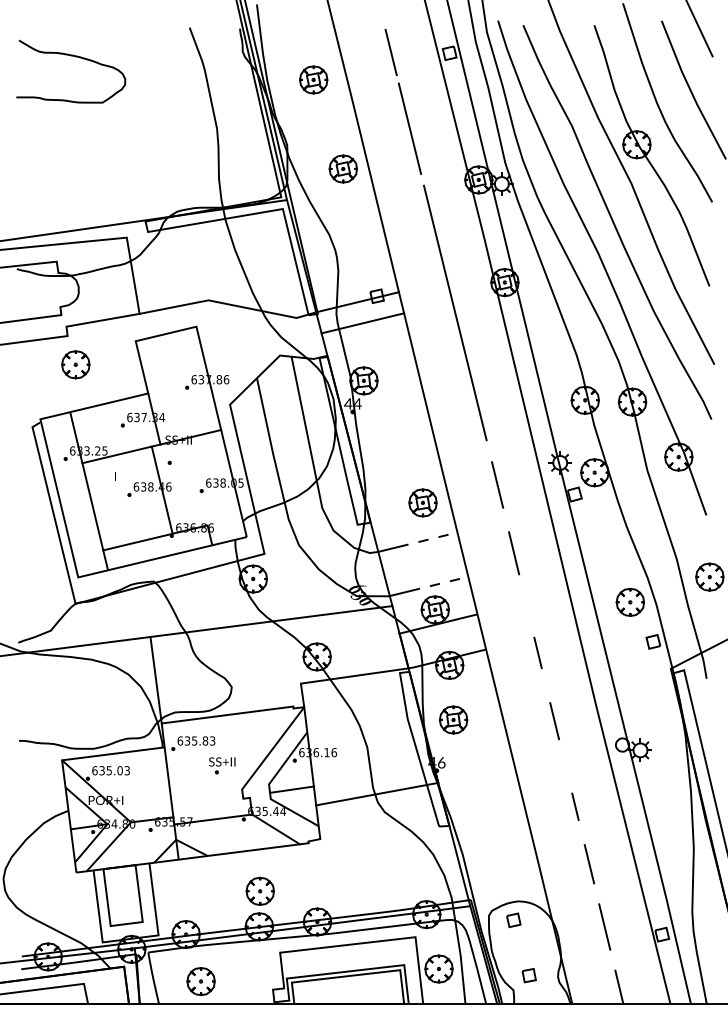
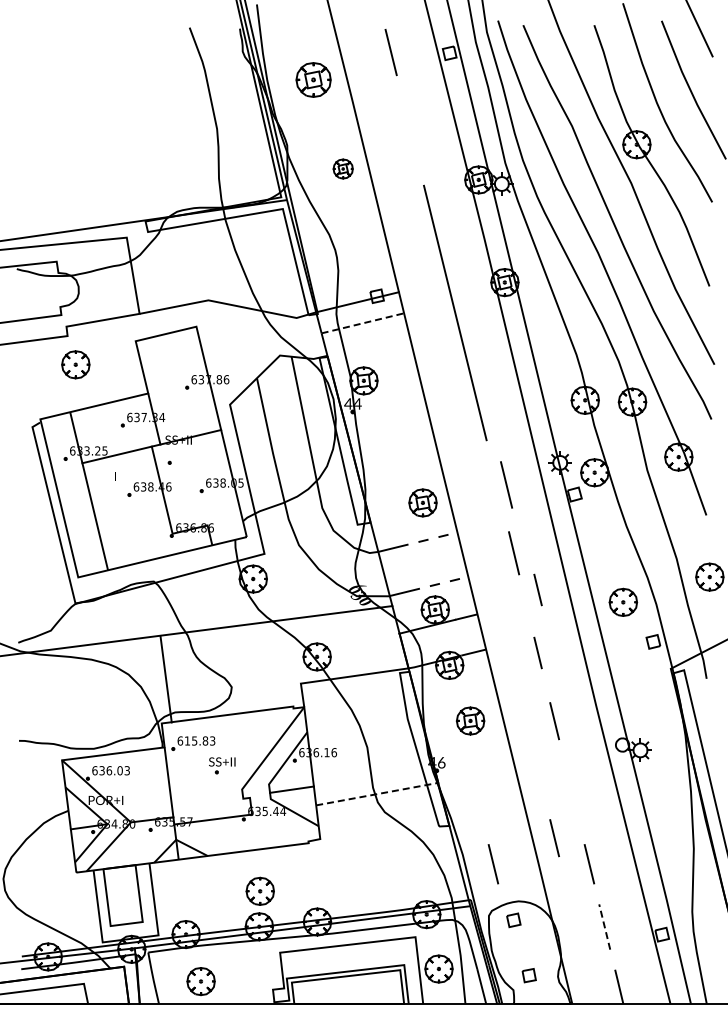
curve at (75, 57): present -> none
part at (313, 79) size: 30x30 px -> 37x36 px
line at (409, 128): present -> none
part at (342, 168) size: 30x30 px -> 22x22 px
line at (363, 323): solid -> dashed
line at (497, 484) position: (497, 484) -> (506, 484)
line at (137, 541): present -> none
line at (537, 589): none -> present
part at (630, 601) position: (630, 601) -> (623, 601)
line at (155, 680) position: (155, 680) -> (165, 679)
part at (453, 719) position: (453, 719) -> (470, 720)
text at (187, 740): 635.83 -> 615.83
text at (109, 770): 635.03 -> 636.03
line at (377, 794): solid -> dashed
line at (575, 806): present -> none
line at (275, 829): present -> none
line at (554, 838): none -> present
line at (493, 864): none -> present
line at (604, 926): solid -> dashed
